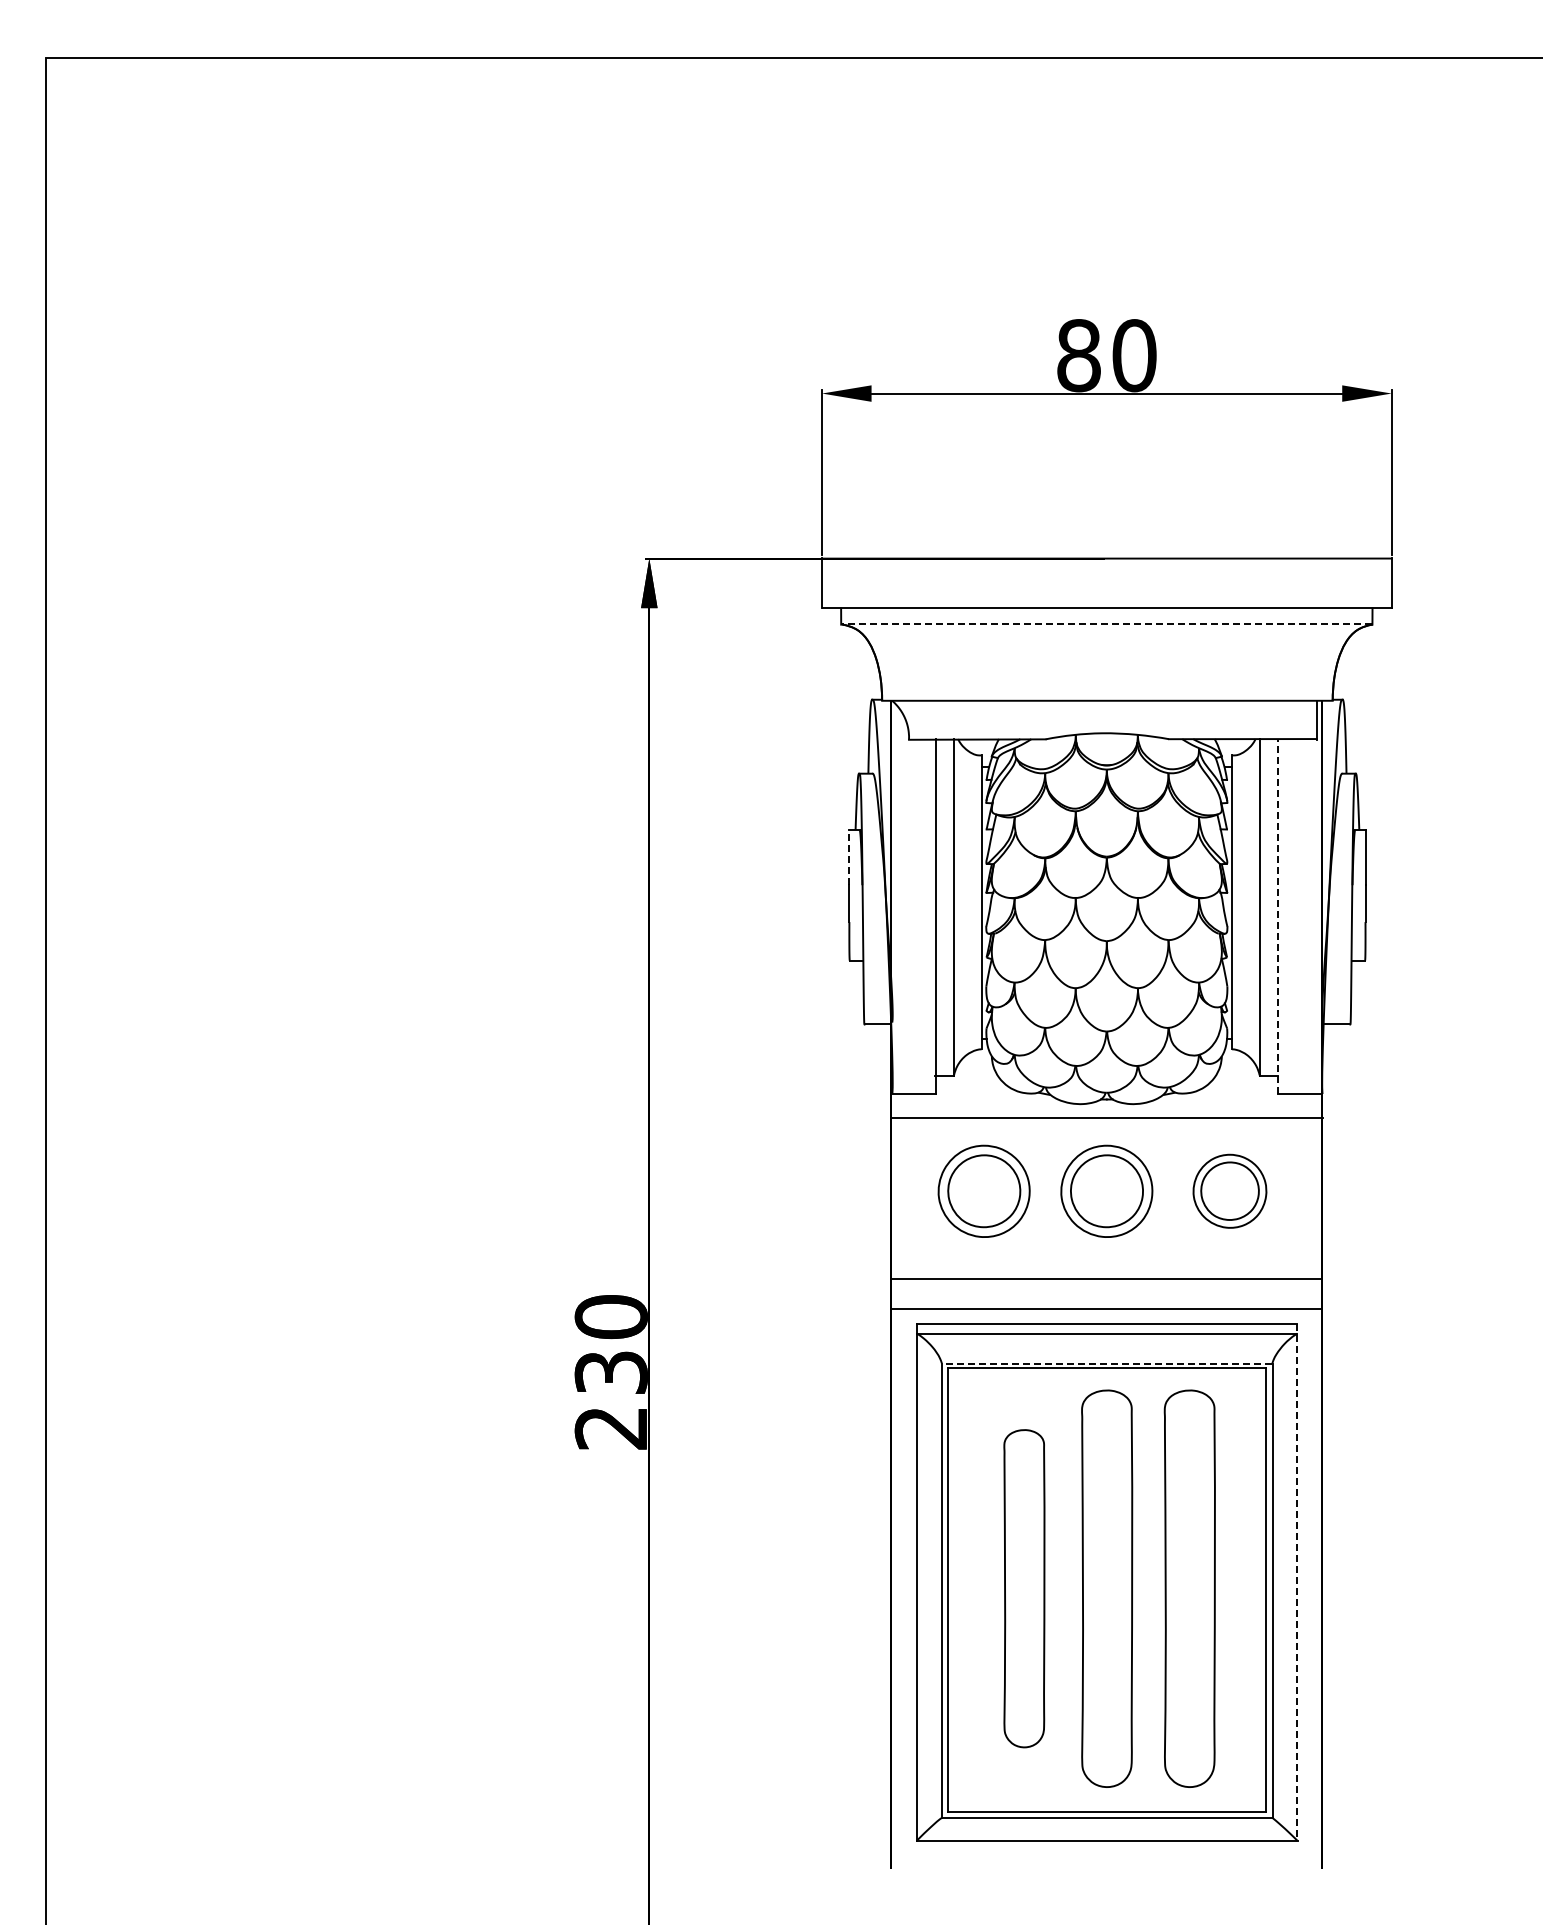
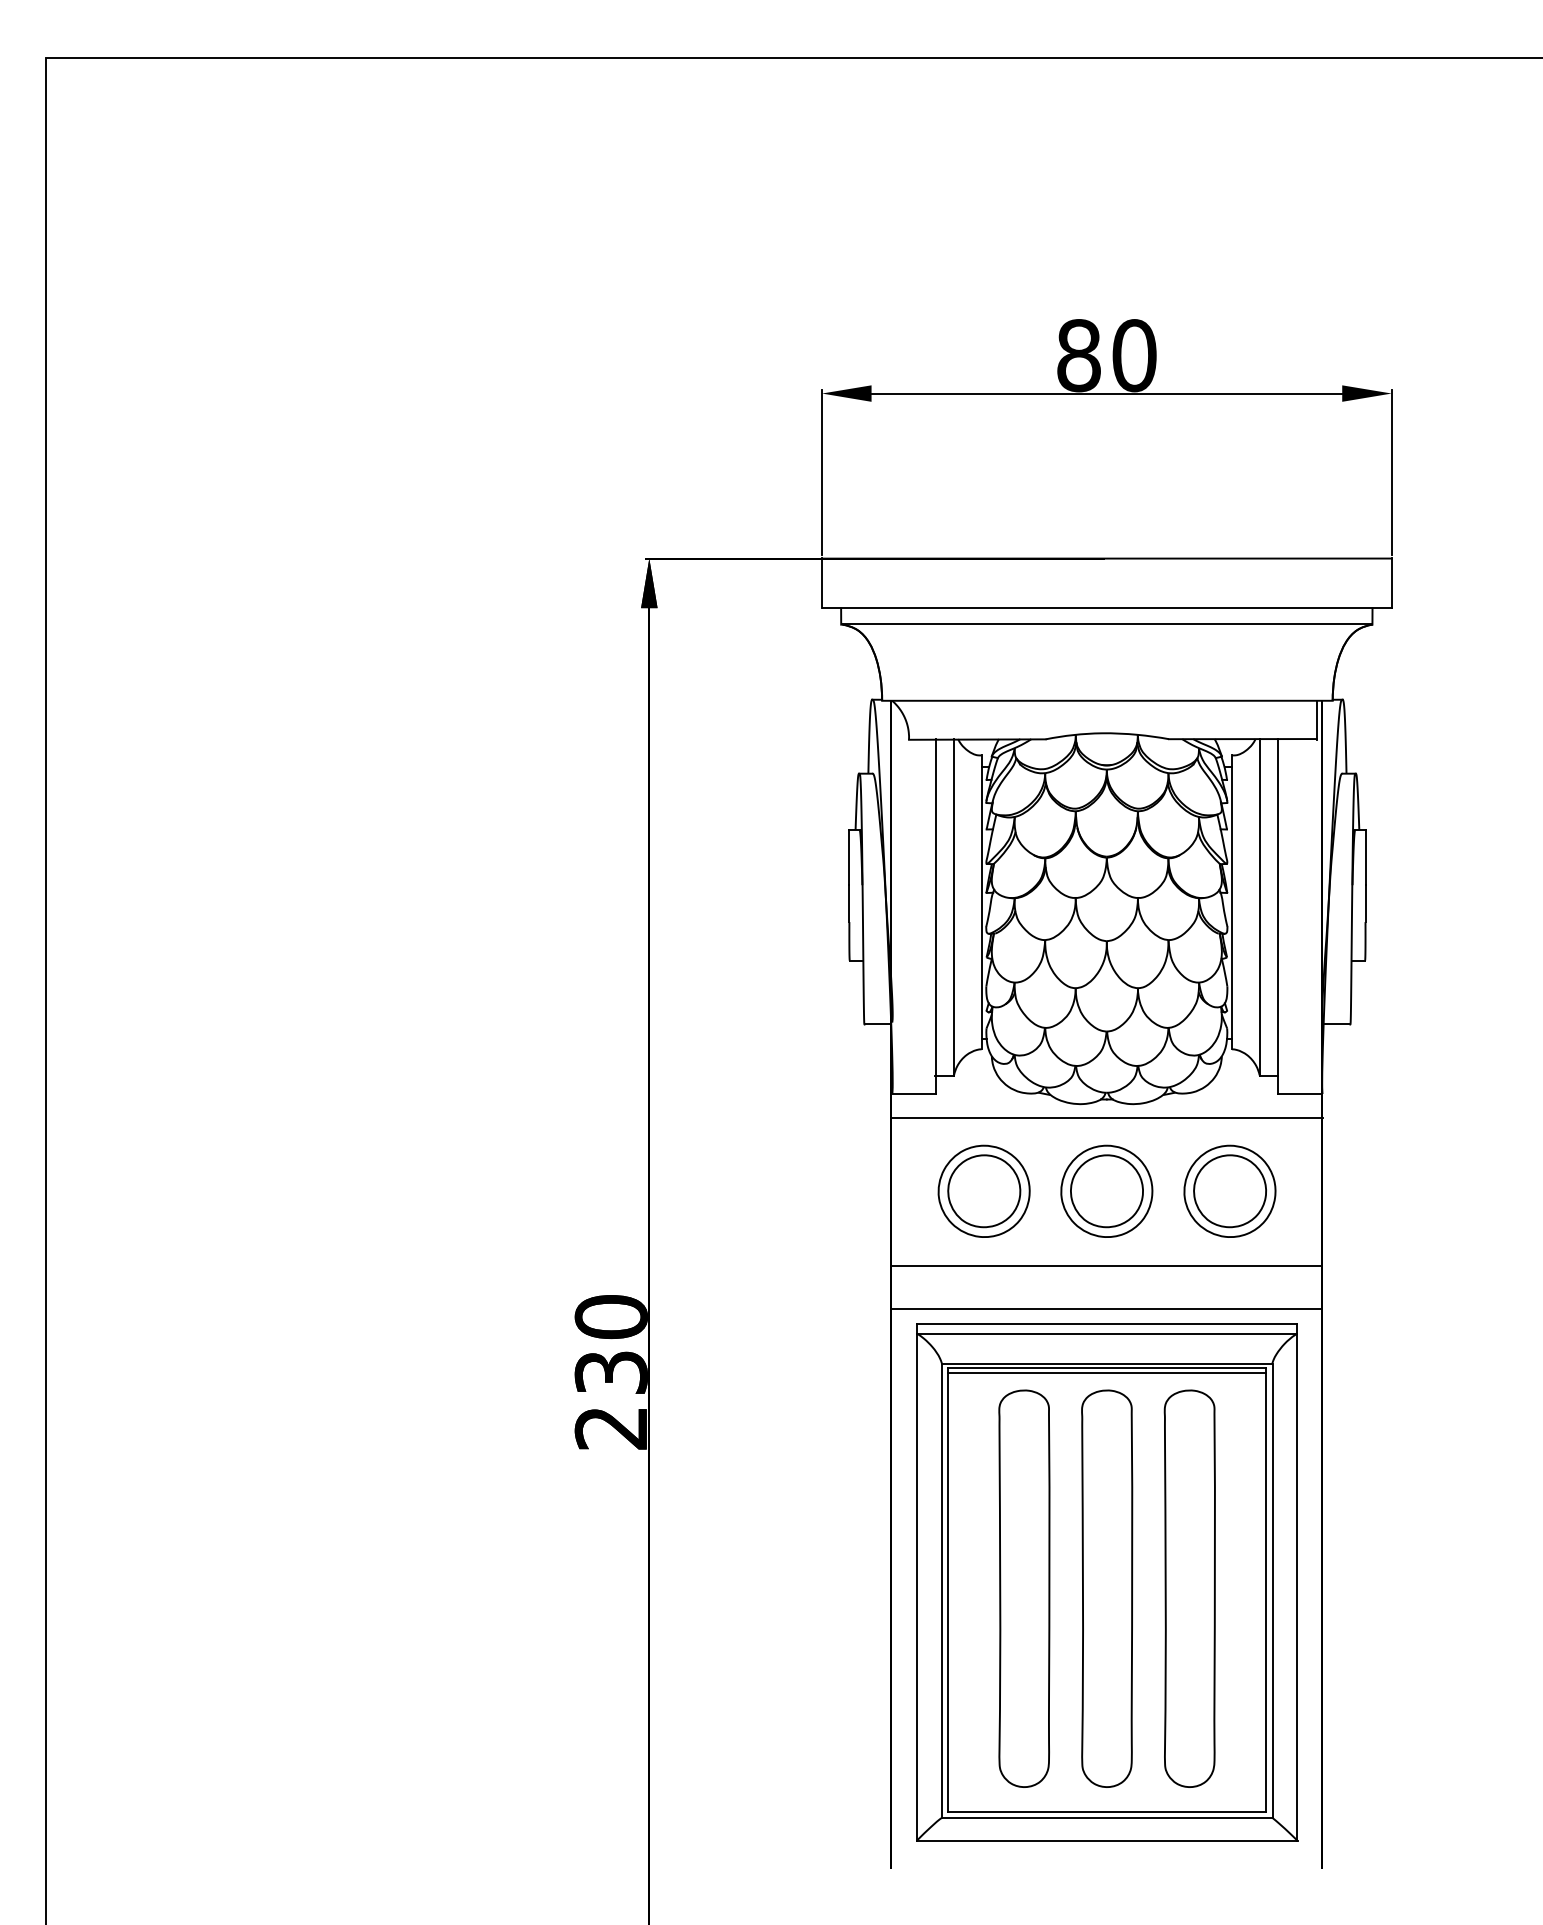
line at (1106, 624): dashed -> solid
line at (849, 857): dashed -> solid
line at (1278, 916): dashed -> solid
part at (1229, 1190) size: 76x76 px -> 94x94 px
line at (1106, 1279) position: (1106, 1279) -> (1106, 1266)
line at (1106, 1363): dashed -> solid
line at (1106, 1372): none -> present
line at (1297, 1583): dashed -> solid
part at (1024, 1588) size: 43x320 px -> 53x399 px
